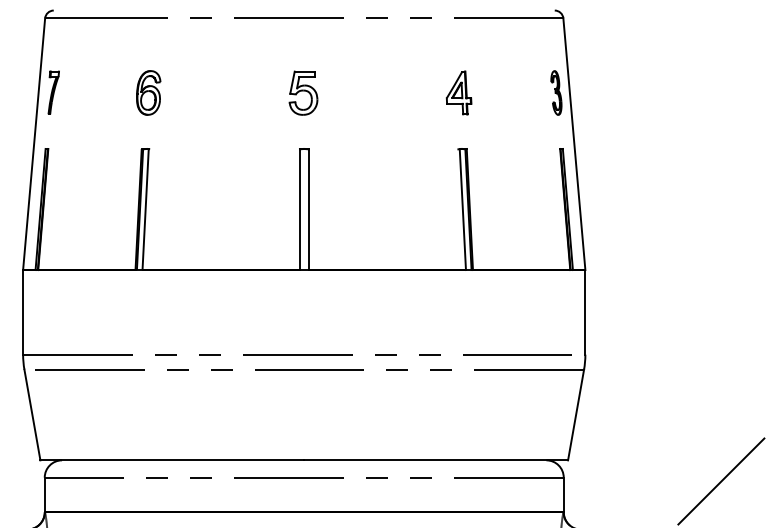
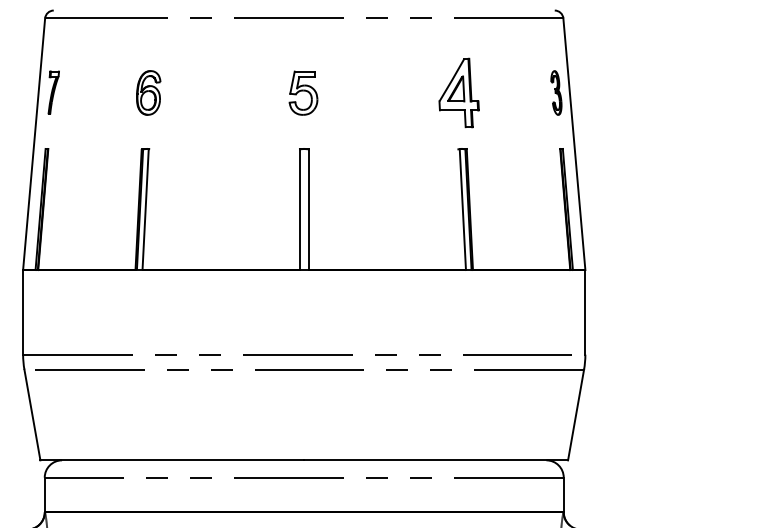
part at (458, 92) size: 28x46 px -> 42x72 px
line at (721, 481): present -> none
